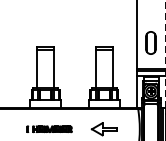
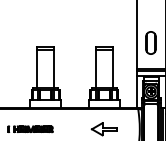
line at (165, 54): dashed -> solid
part at (49, 129) position: (49, 129) -> (30, 129)
